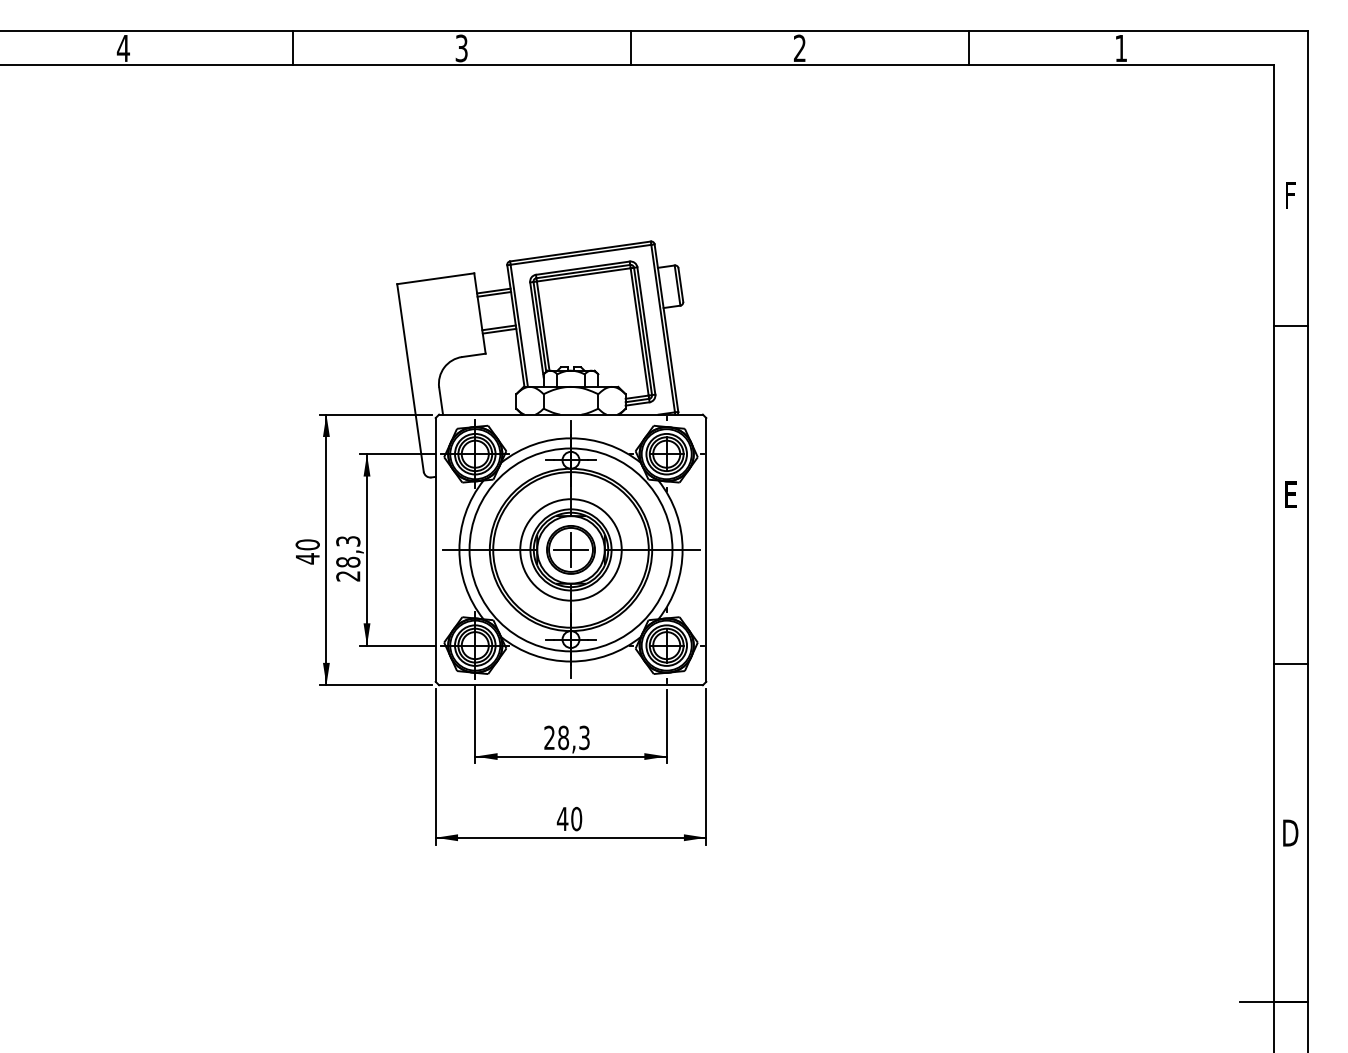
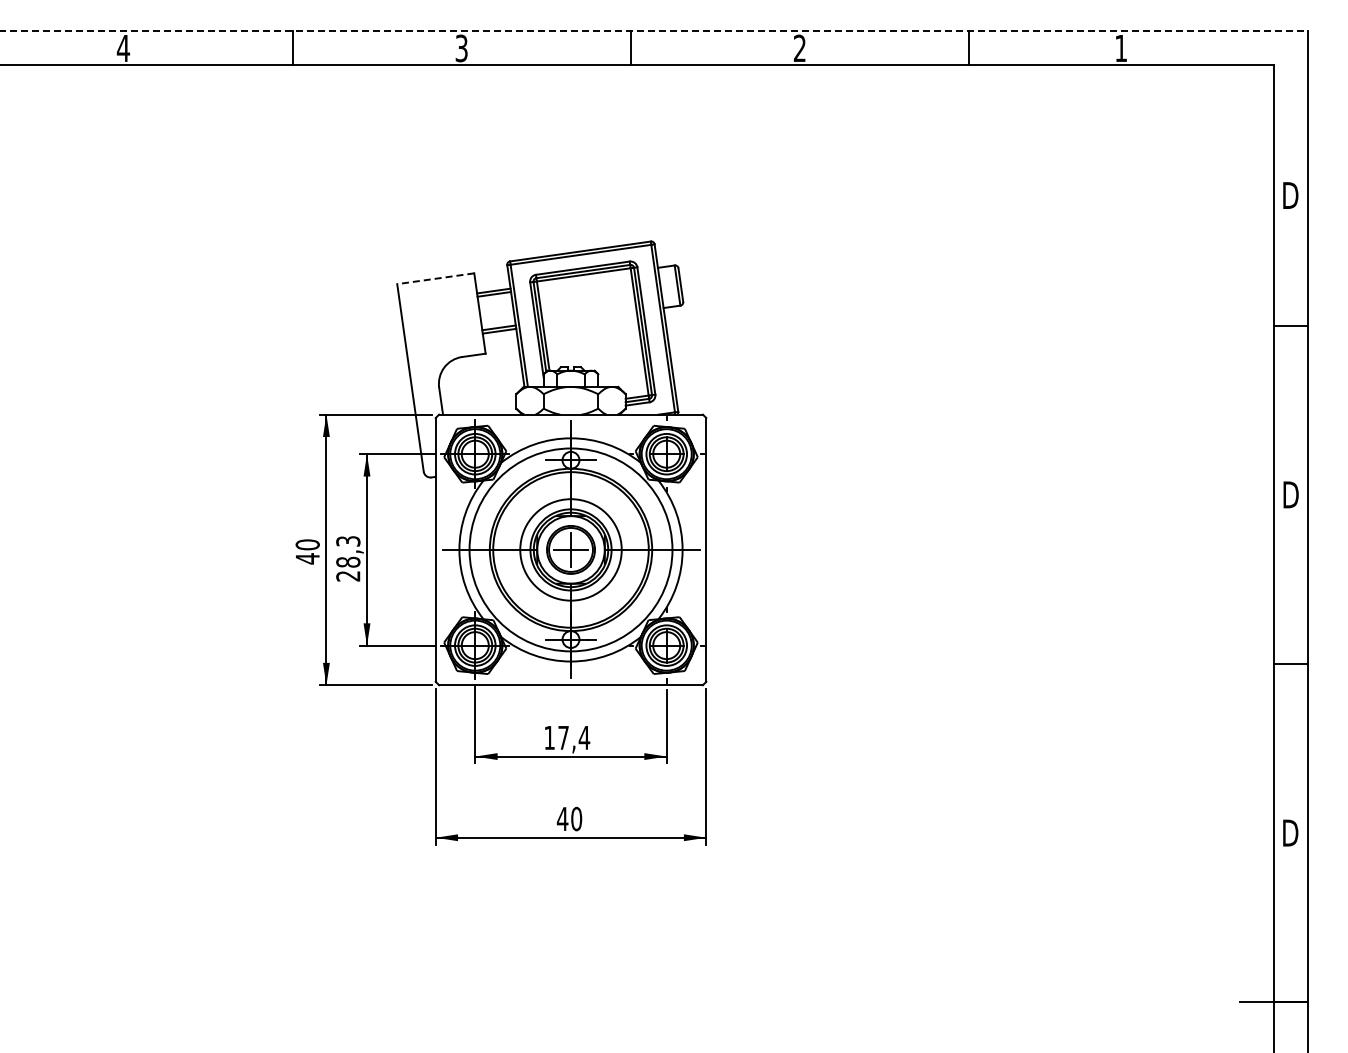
line at (654, 31): solid -> dashed
text at (1290, 195): F -> D
line at (435, 278): solid -> dashed
text at (1290, 494): E -> D
text at (567, 737): 28,3 -> 17,4
